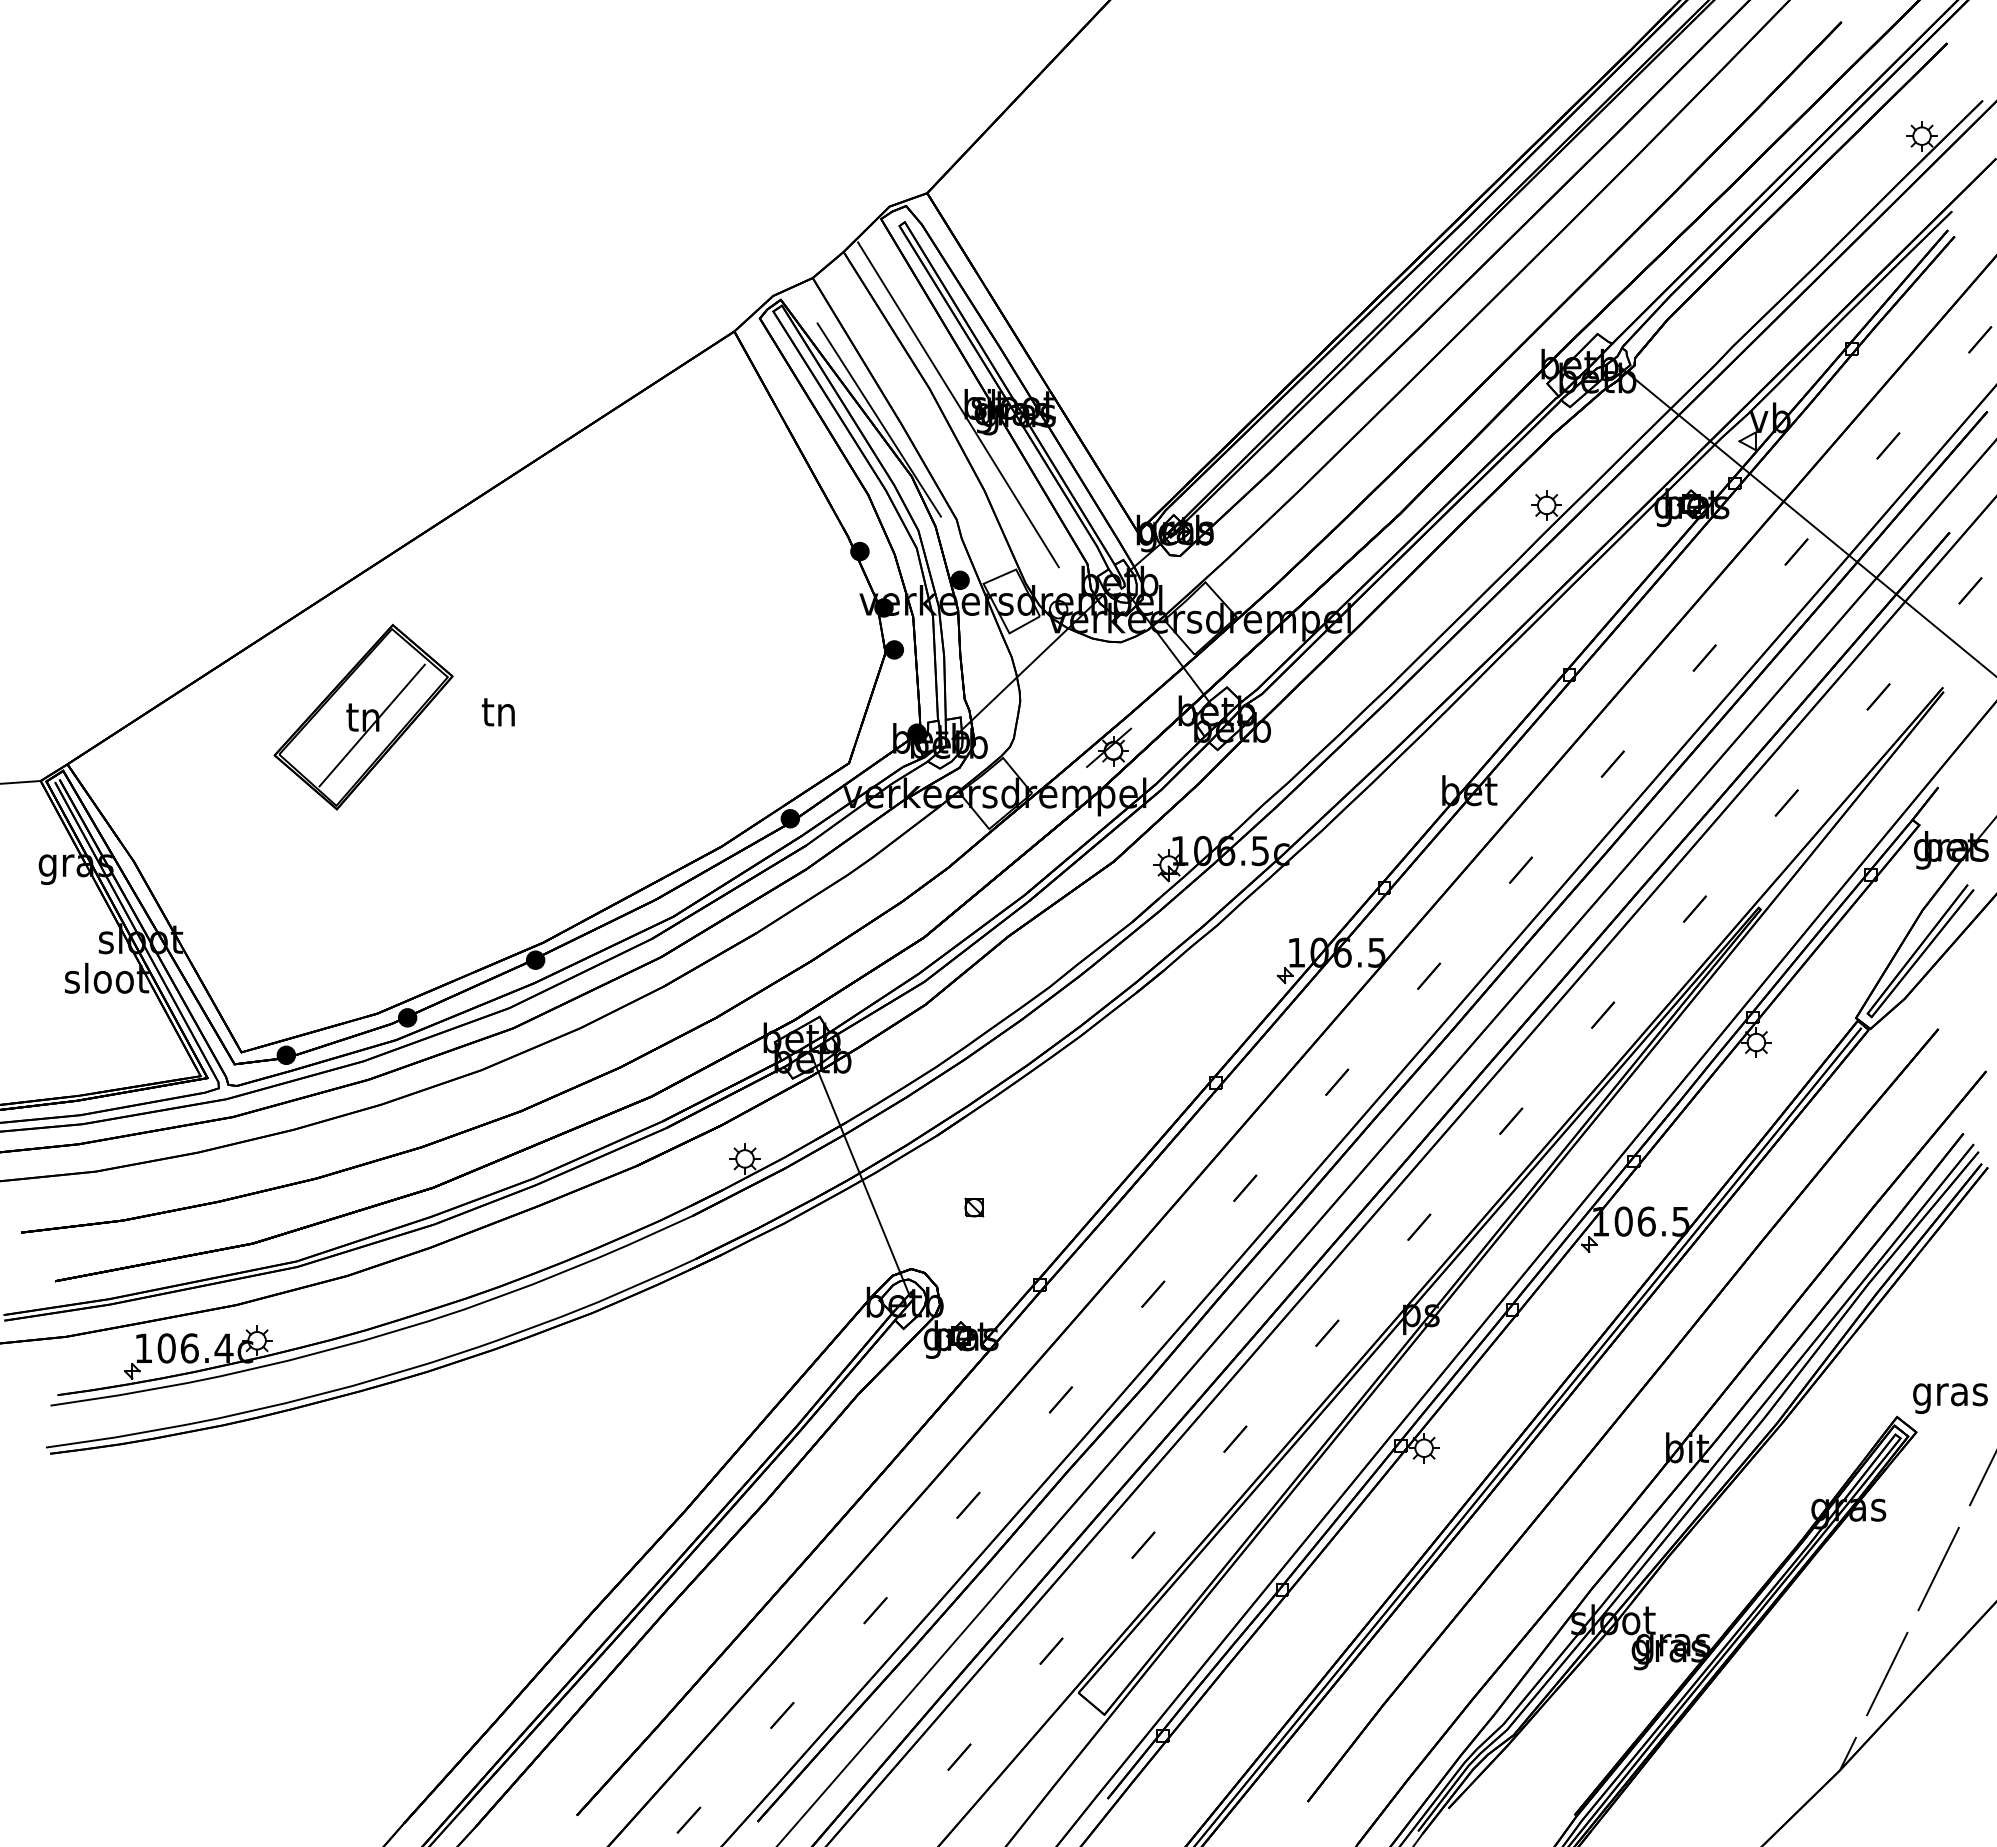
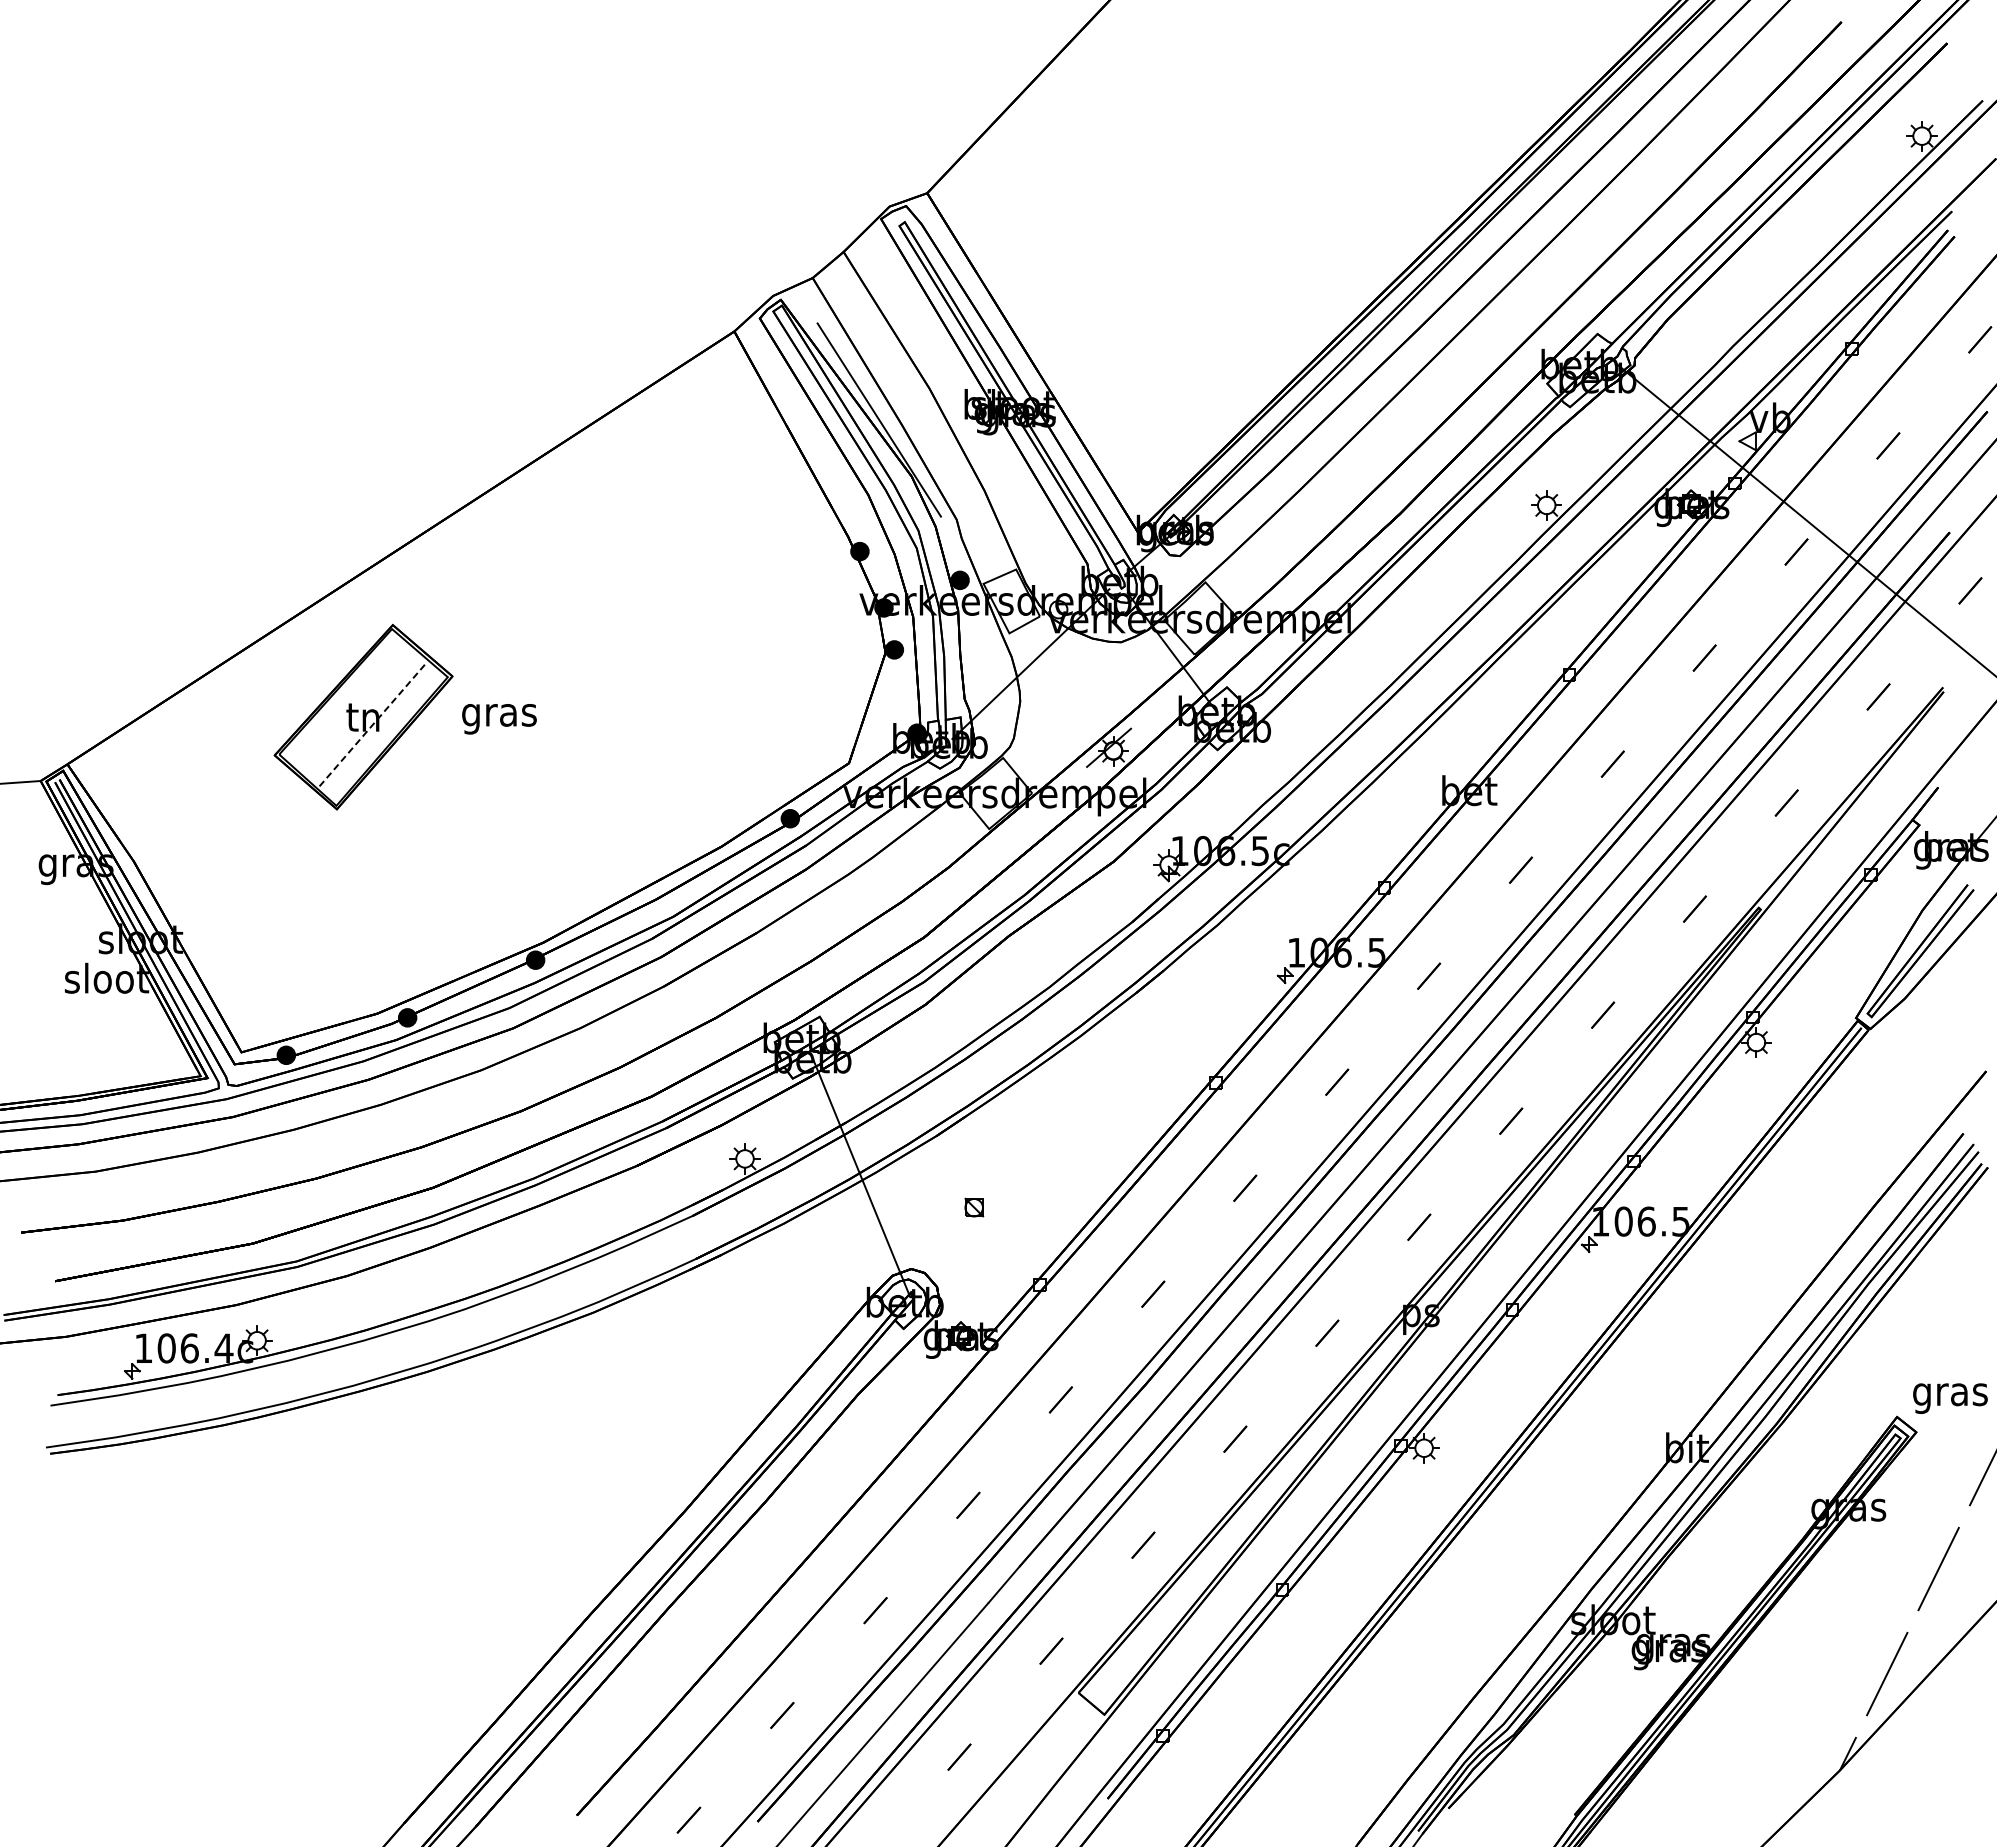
line at (958, 404): present -> none
text at (499, 716): tn -> gras
line at (372, 725): solid -> dashed
part at (1623, 1415): present -> none
